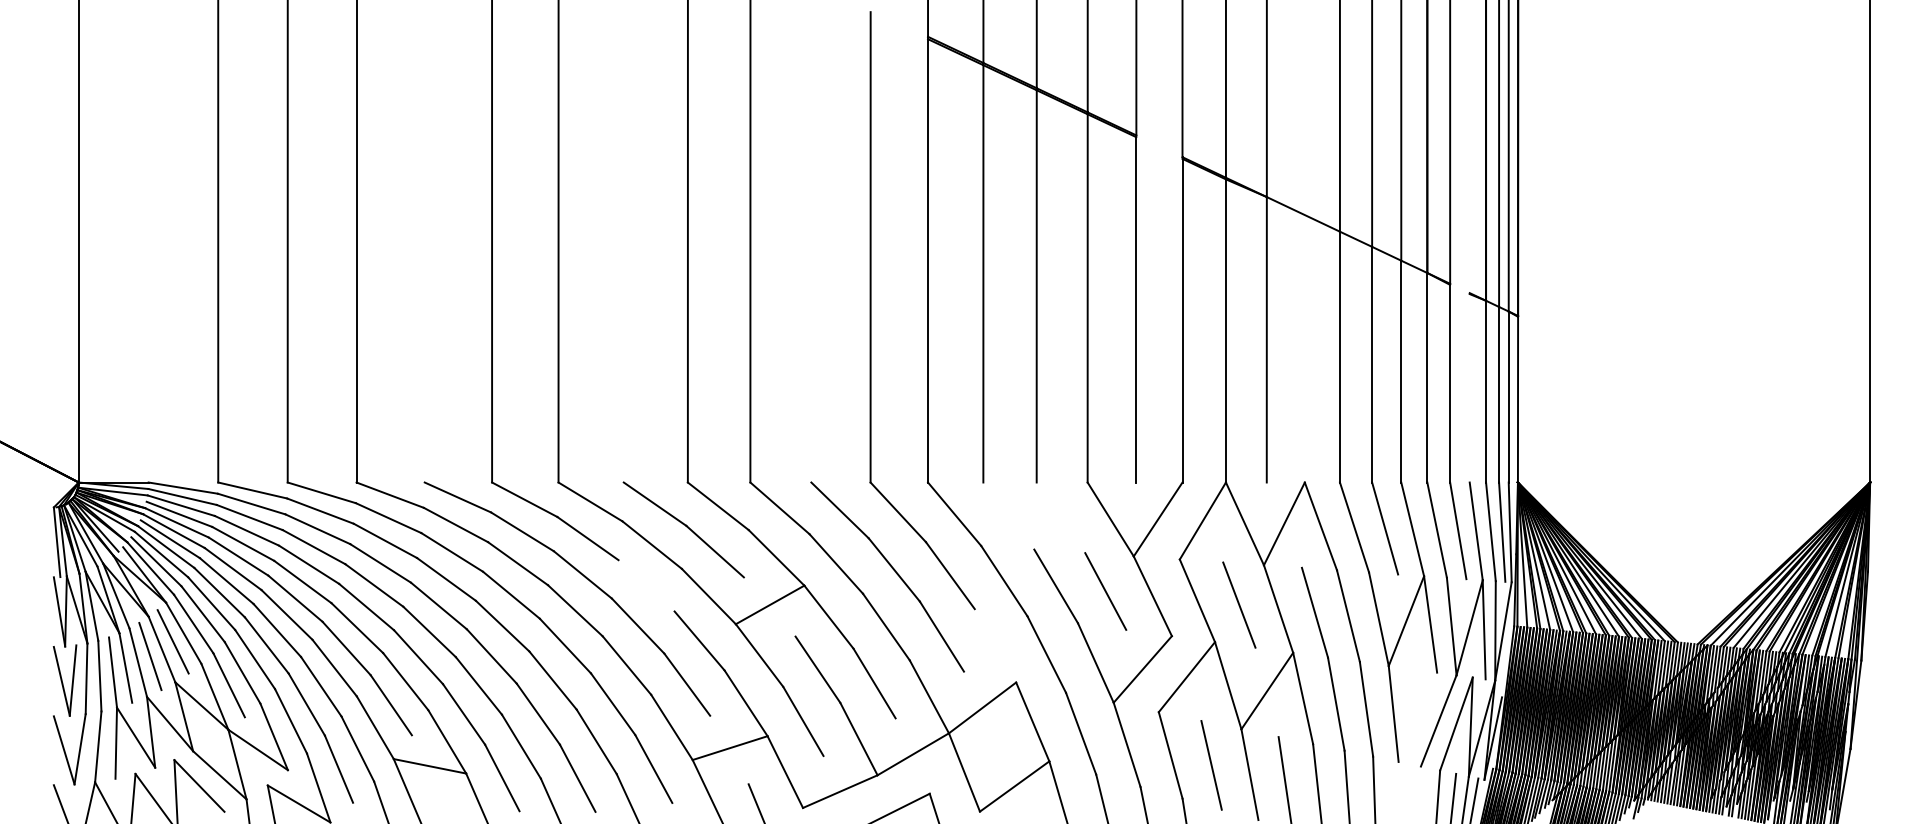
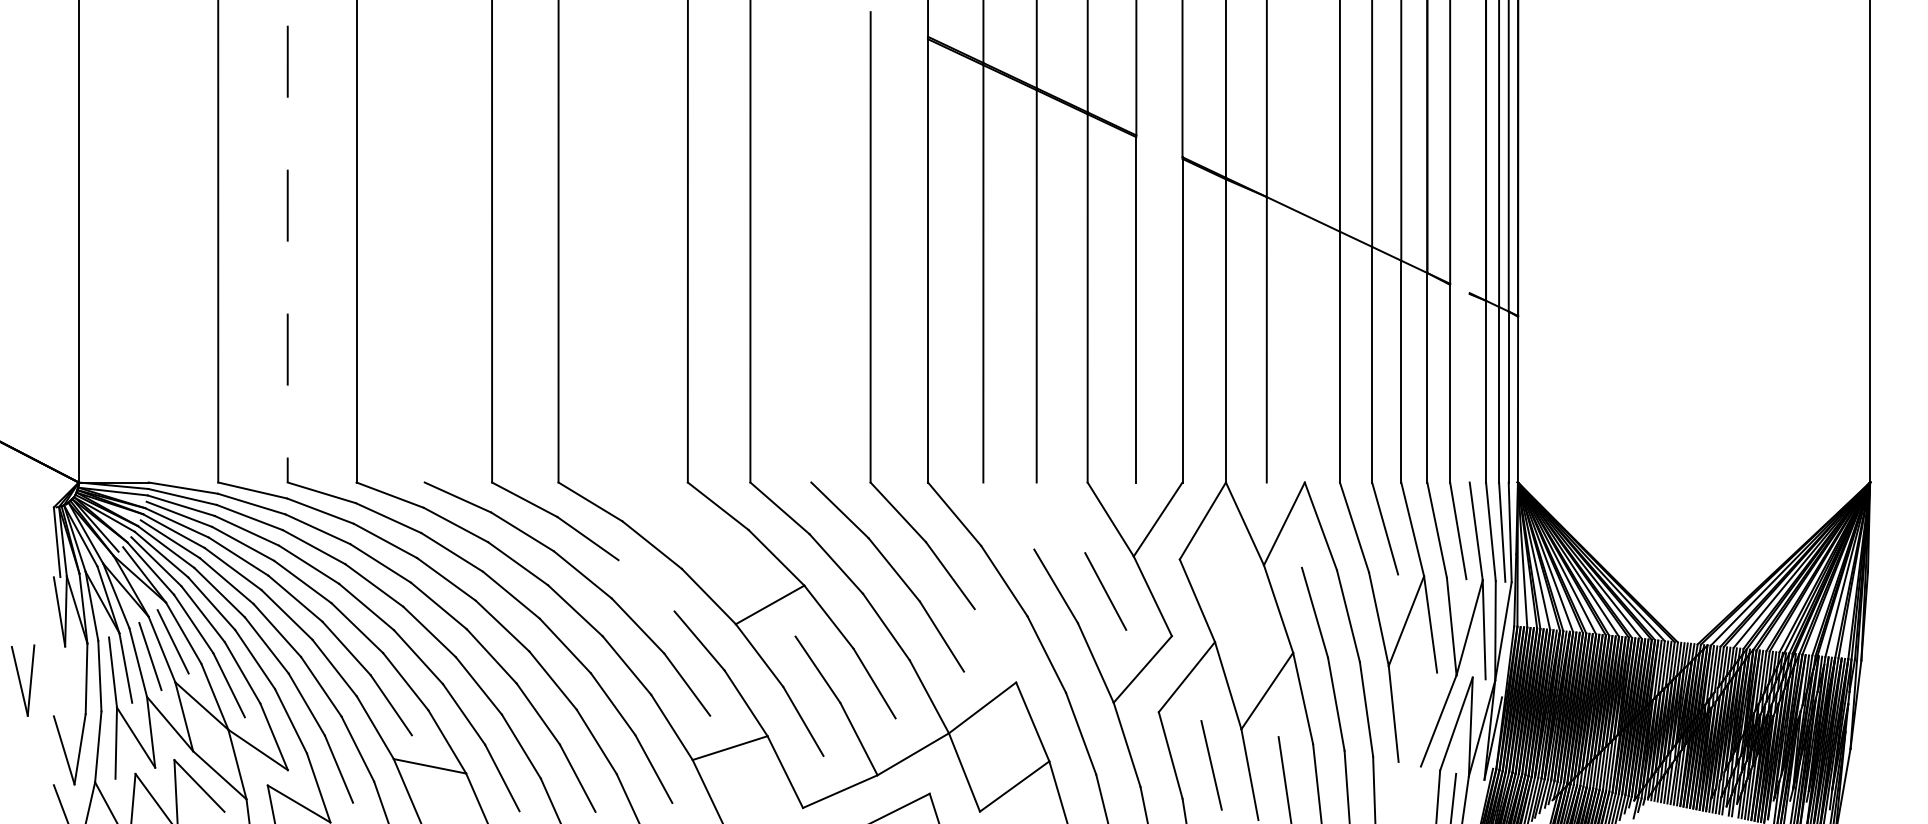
line at (287, 241): solid -> dashed
part at (683, 529): present -> none
line at (1239, 604): present -> none
part at (64, 680) position: (64, 680) -> (22, 680)
line at (1474, 799): present -> none
line at (755, 802): present -> none
